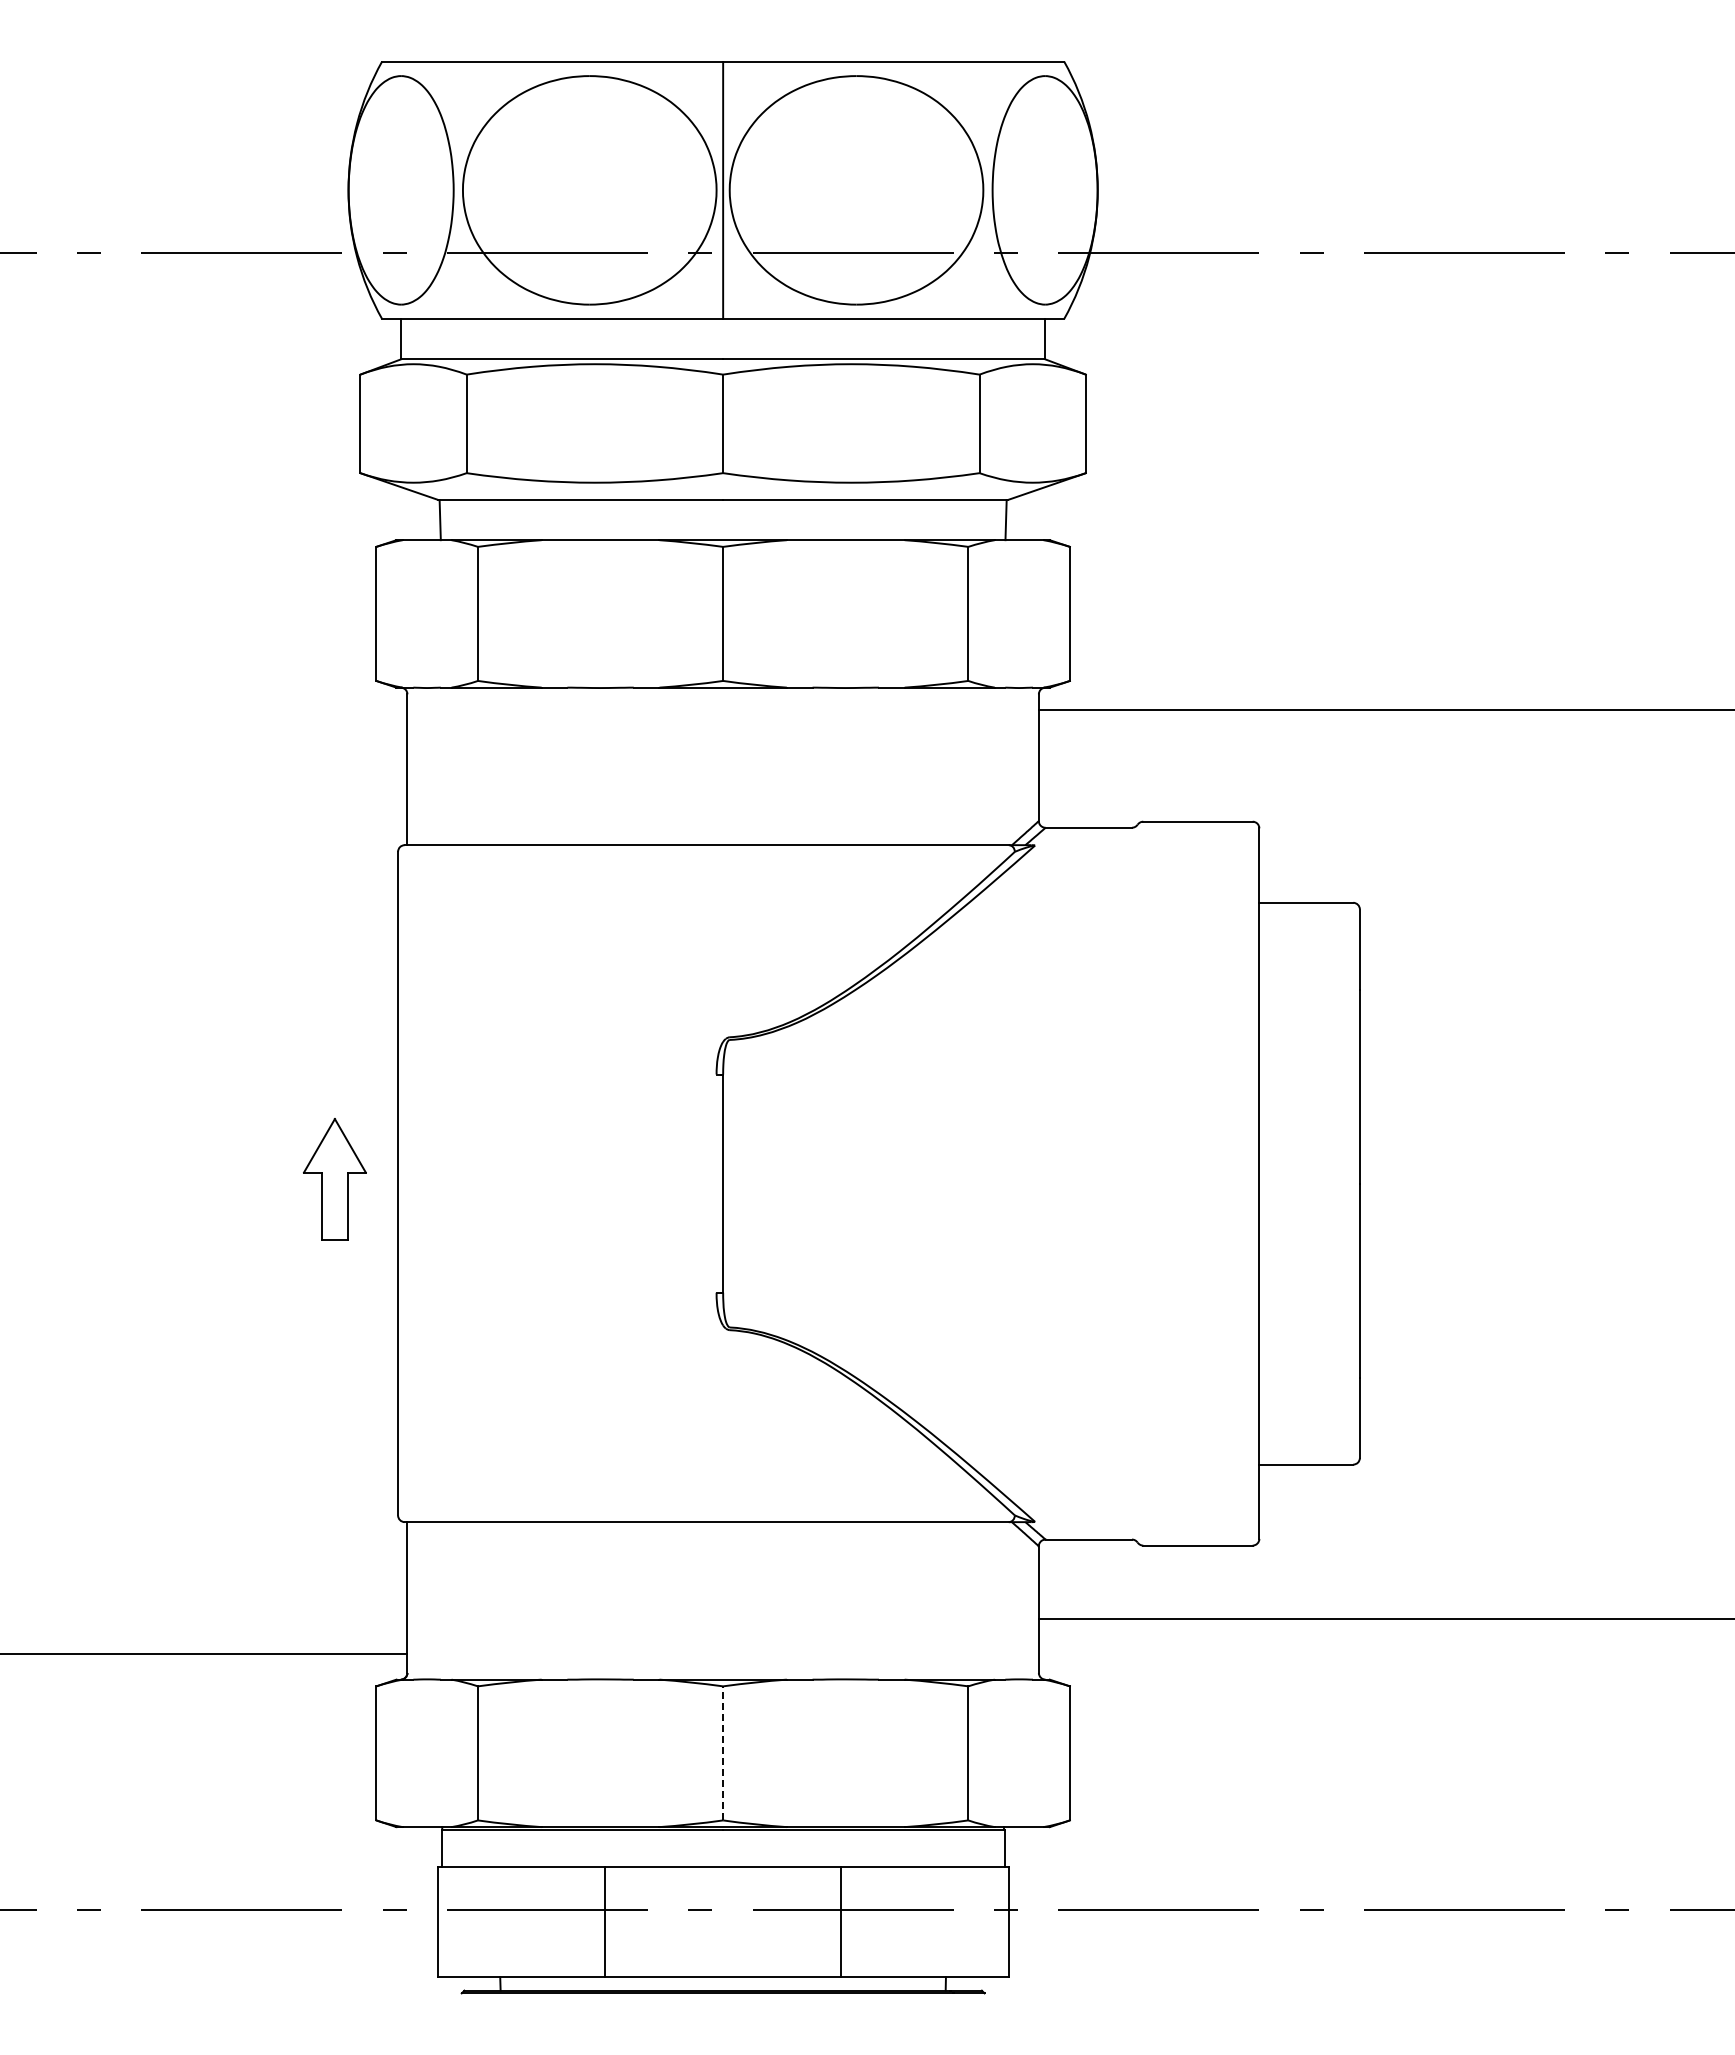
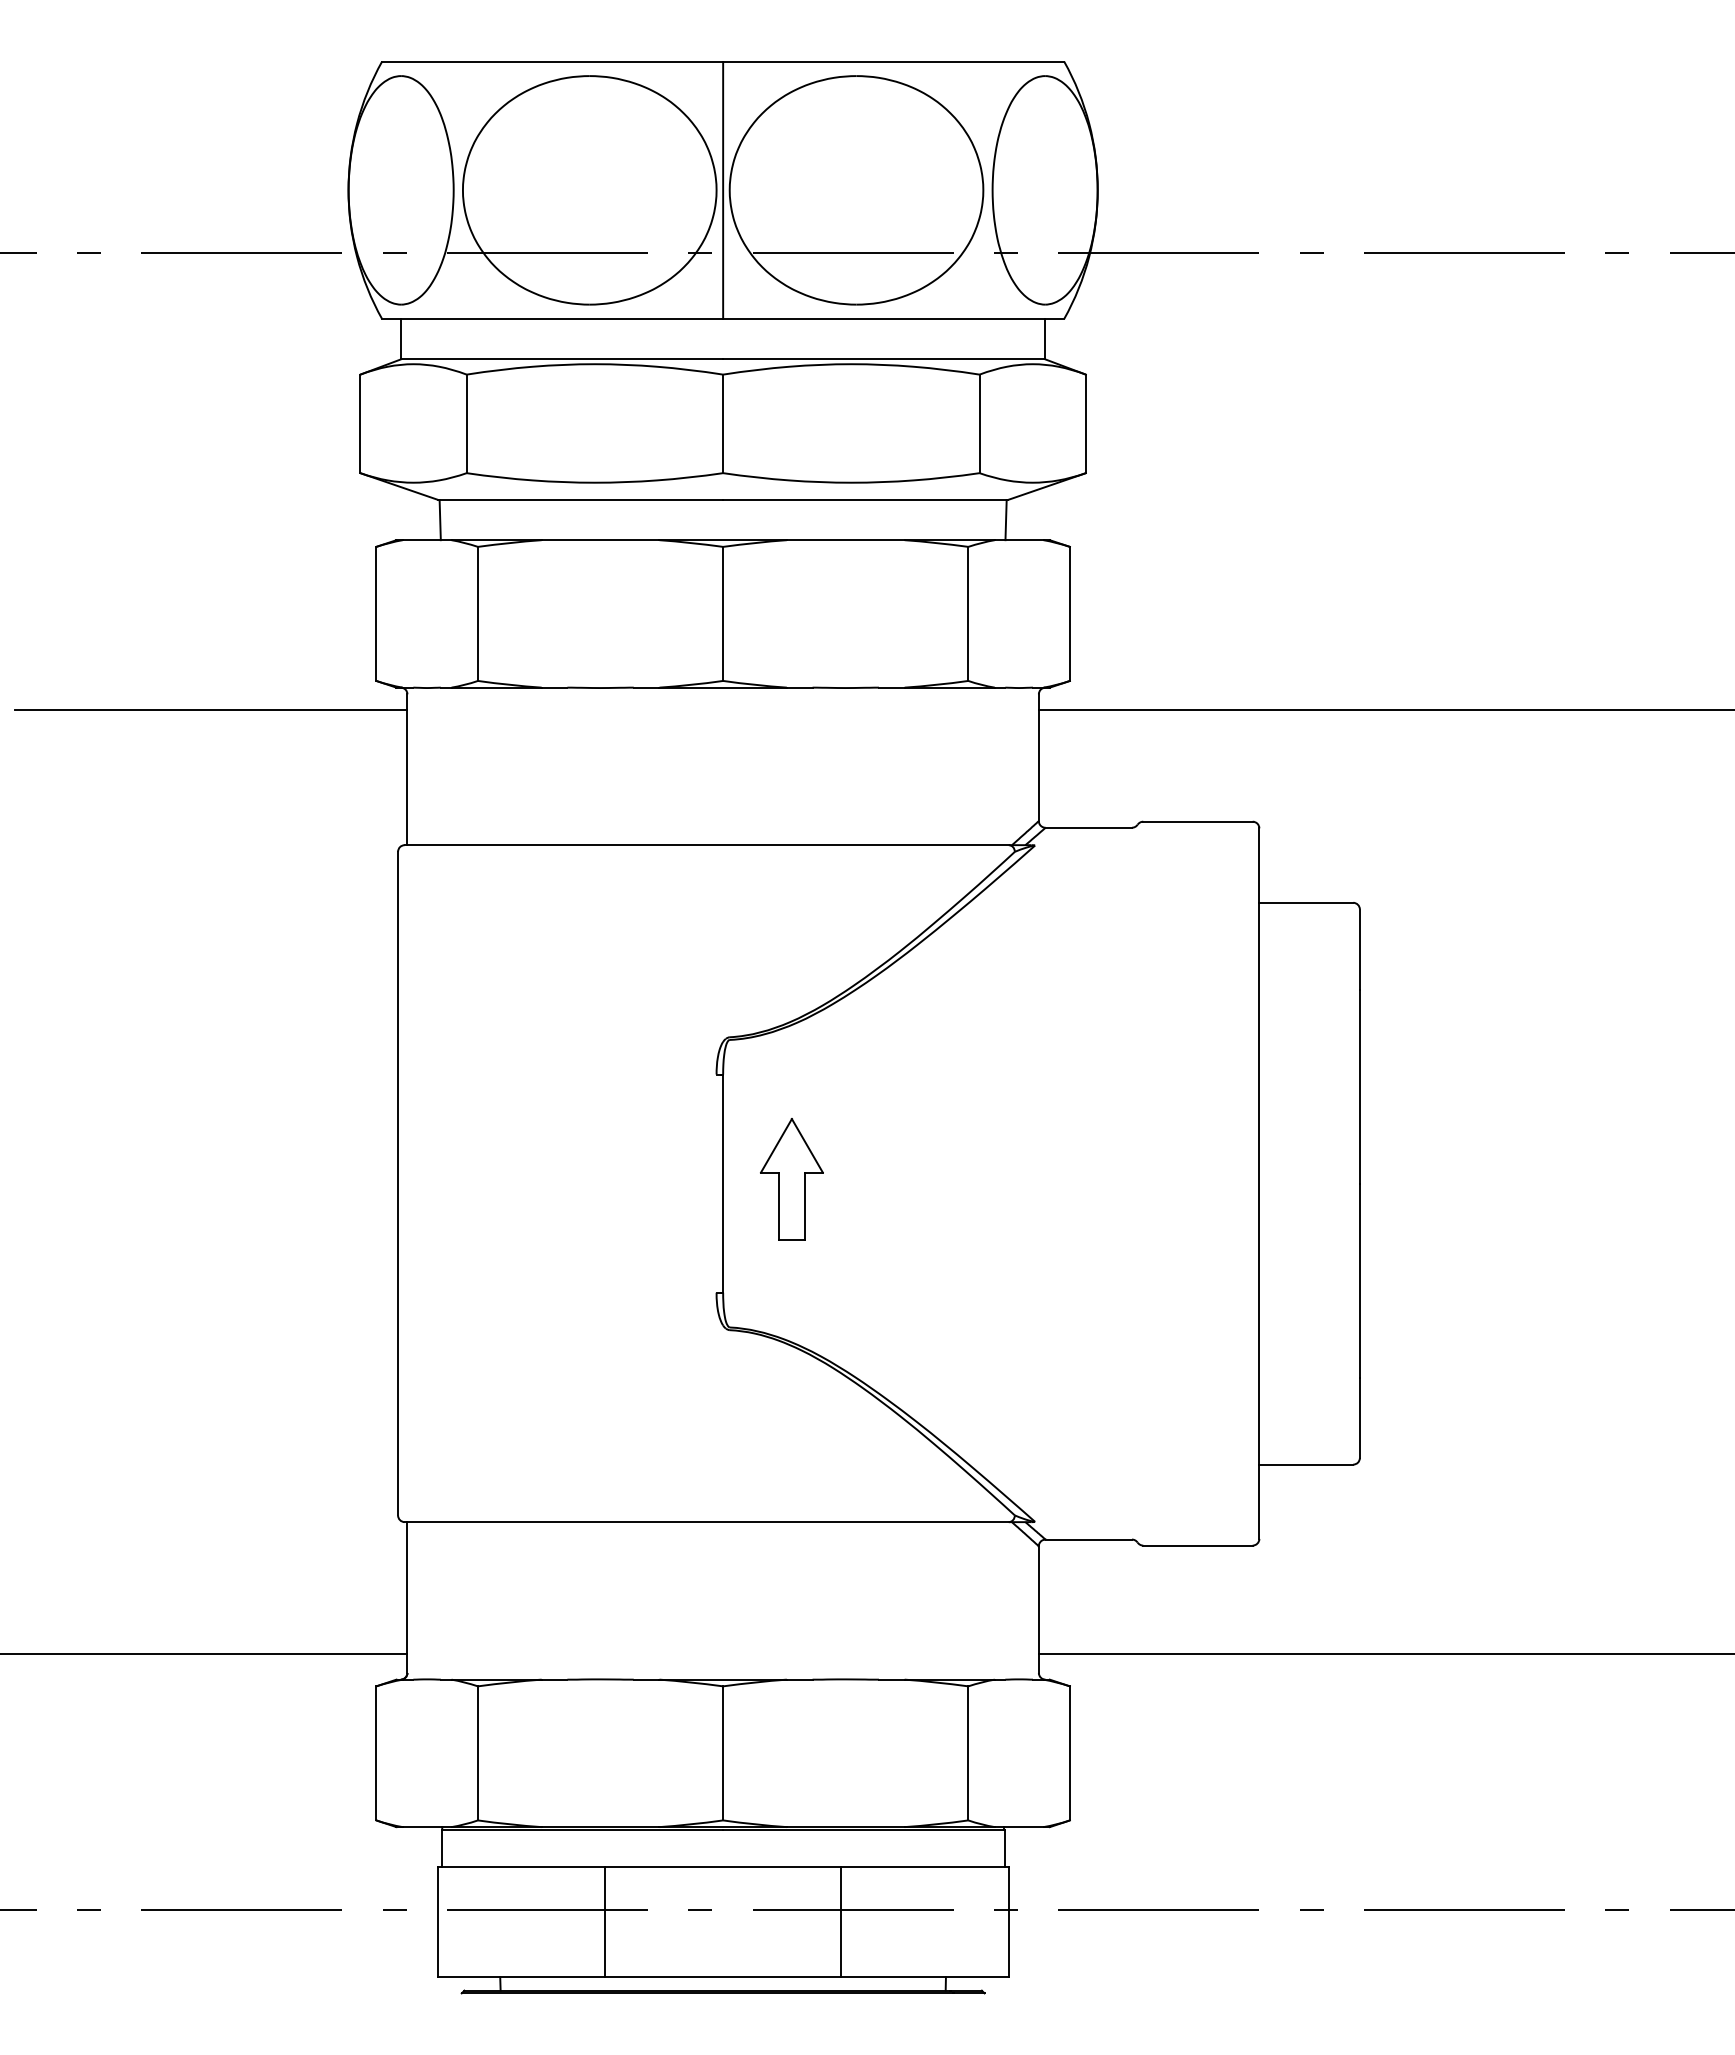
line at (211, 709): none -> present
part at (334, 1179) position: (334, 1179) -> (791, 1179)
line at (1384, 1619) position: (1384, 1619) -> (1384, 1654)
line at (723, 1752): dashed -> solid
